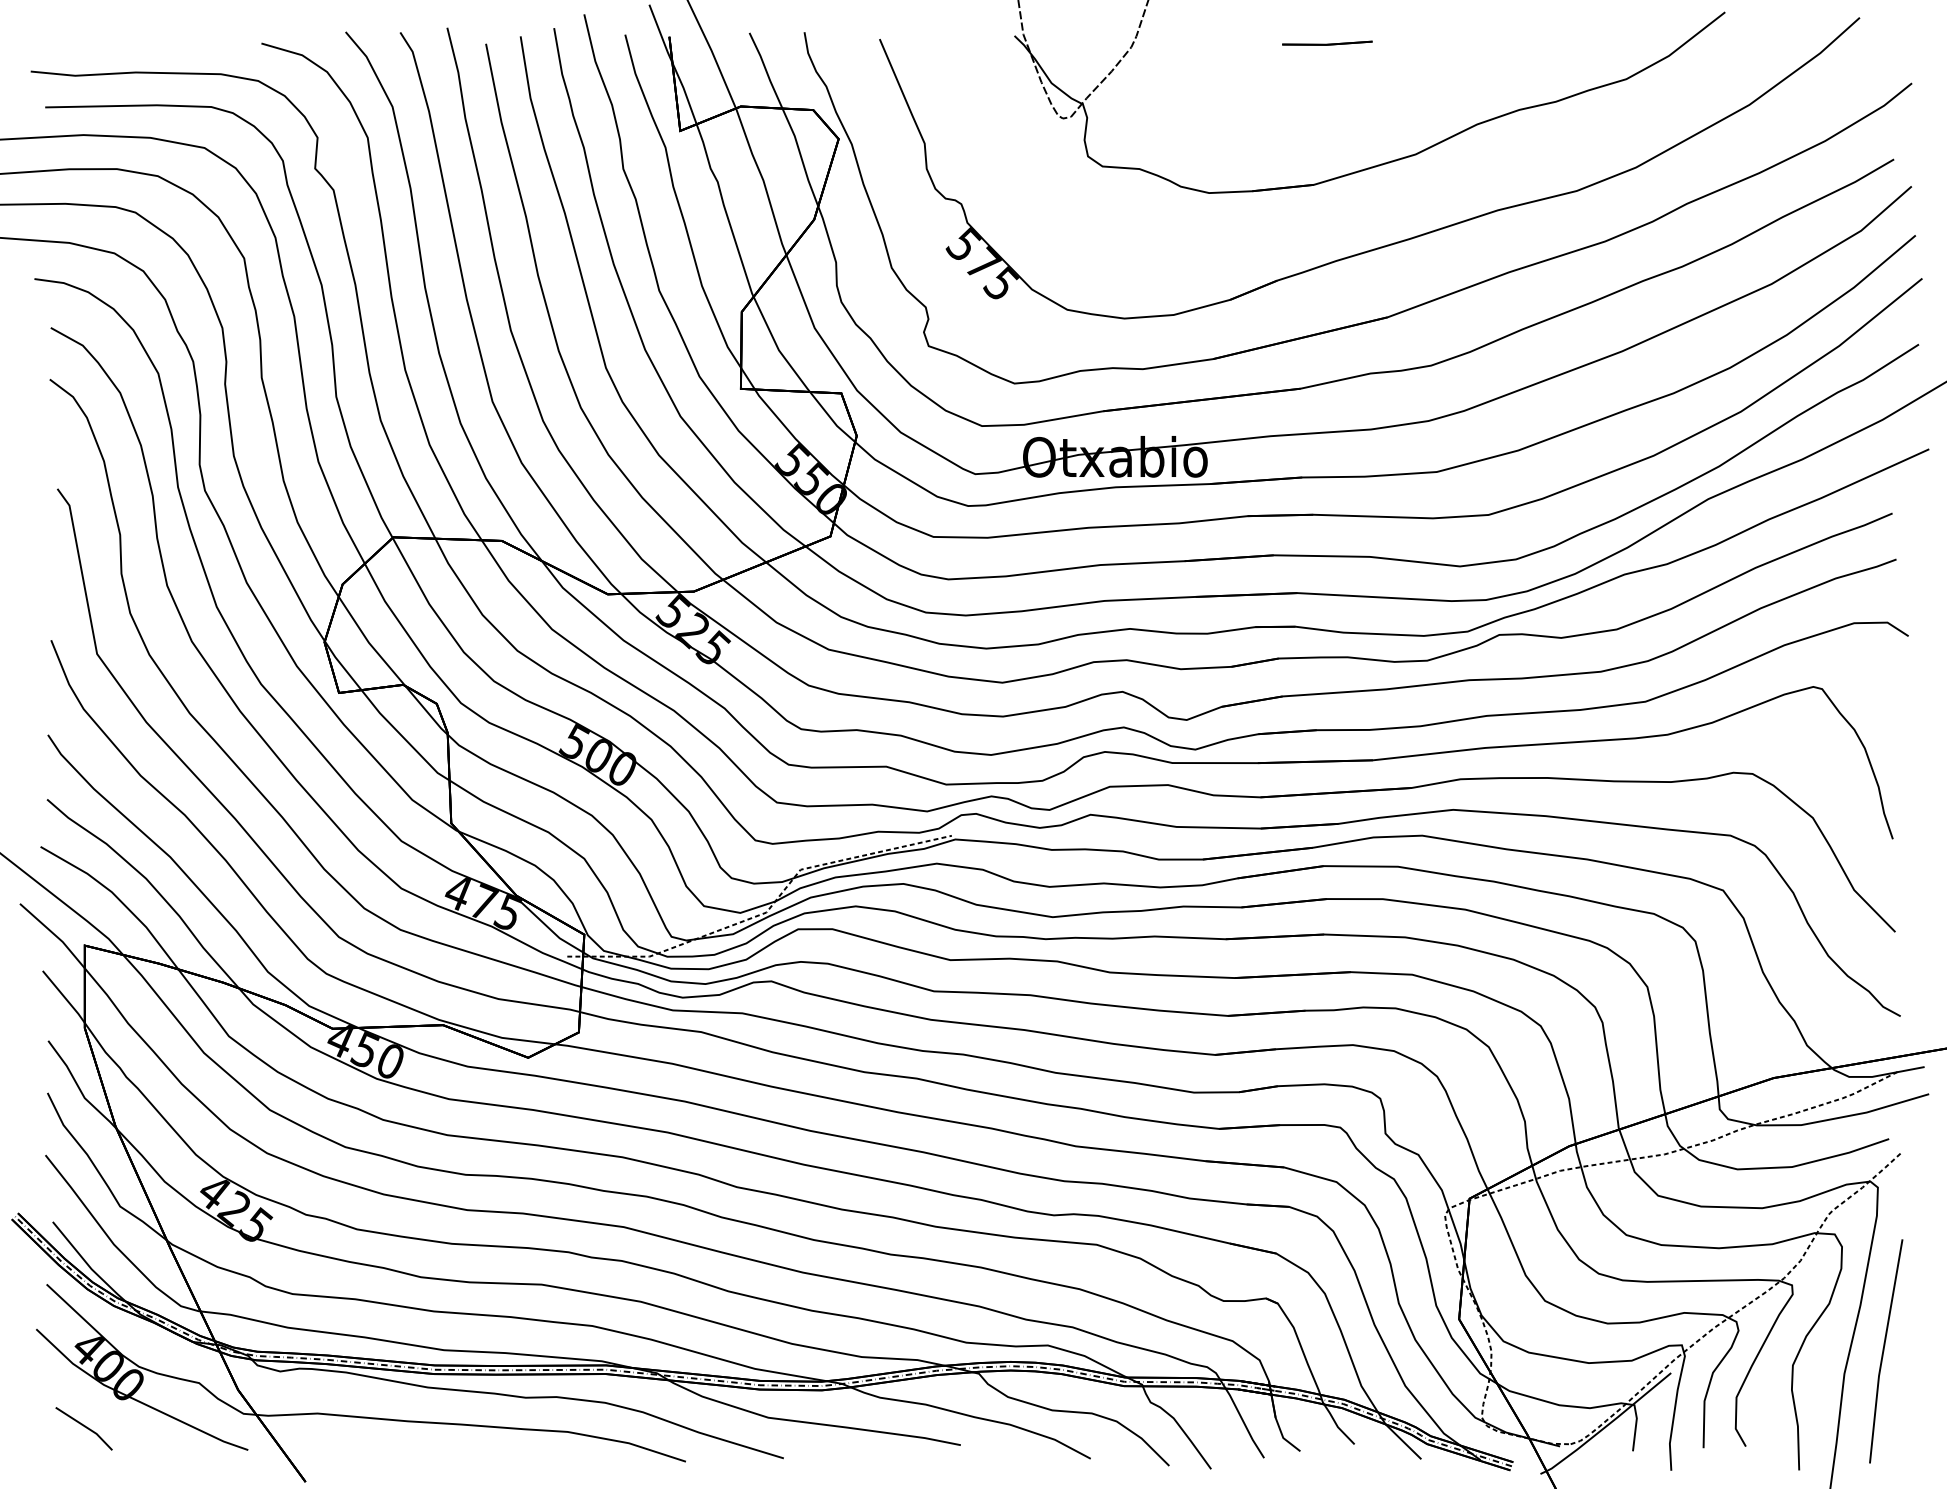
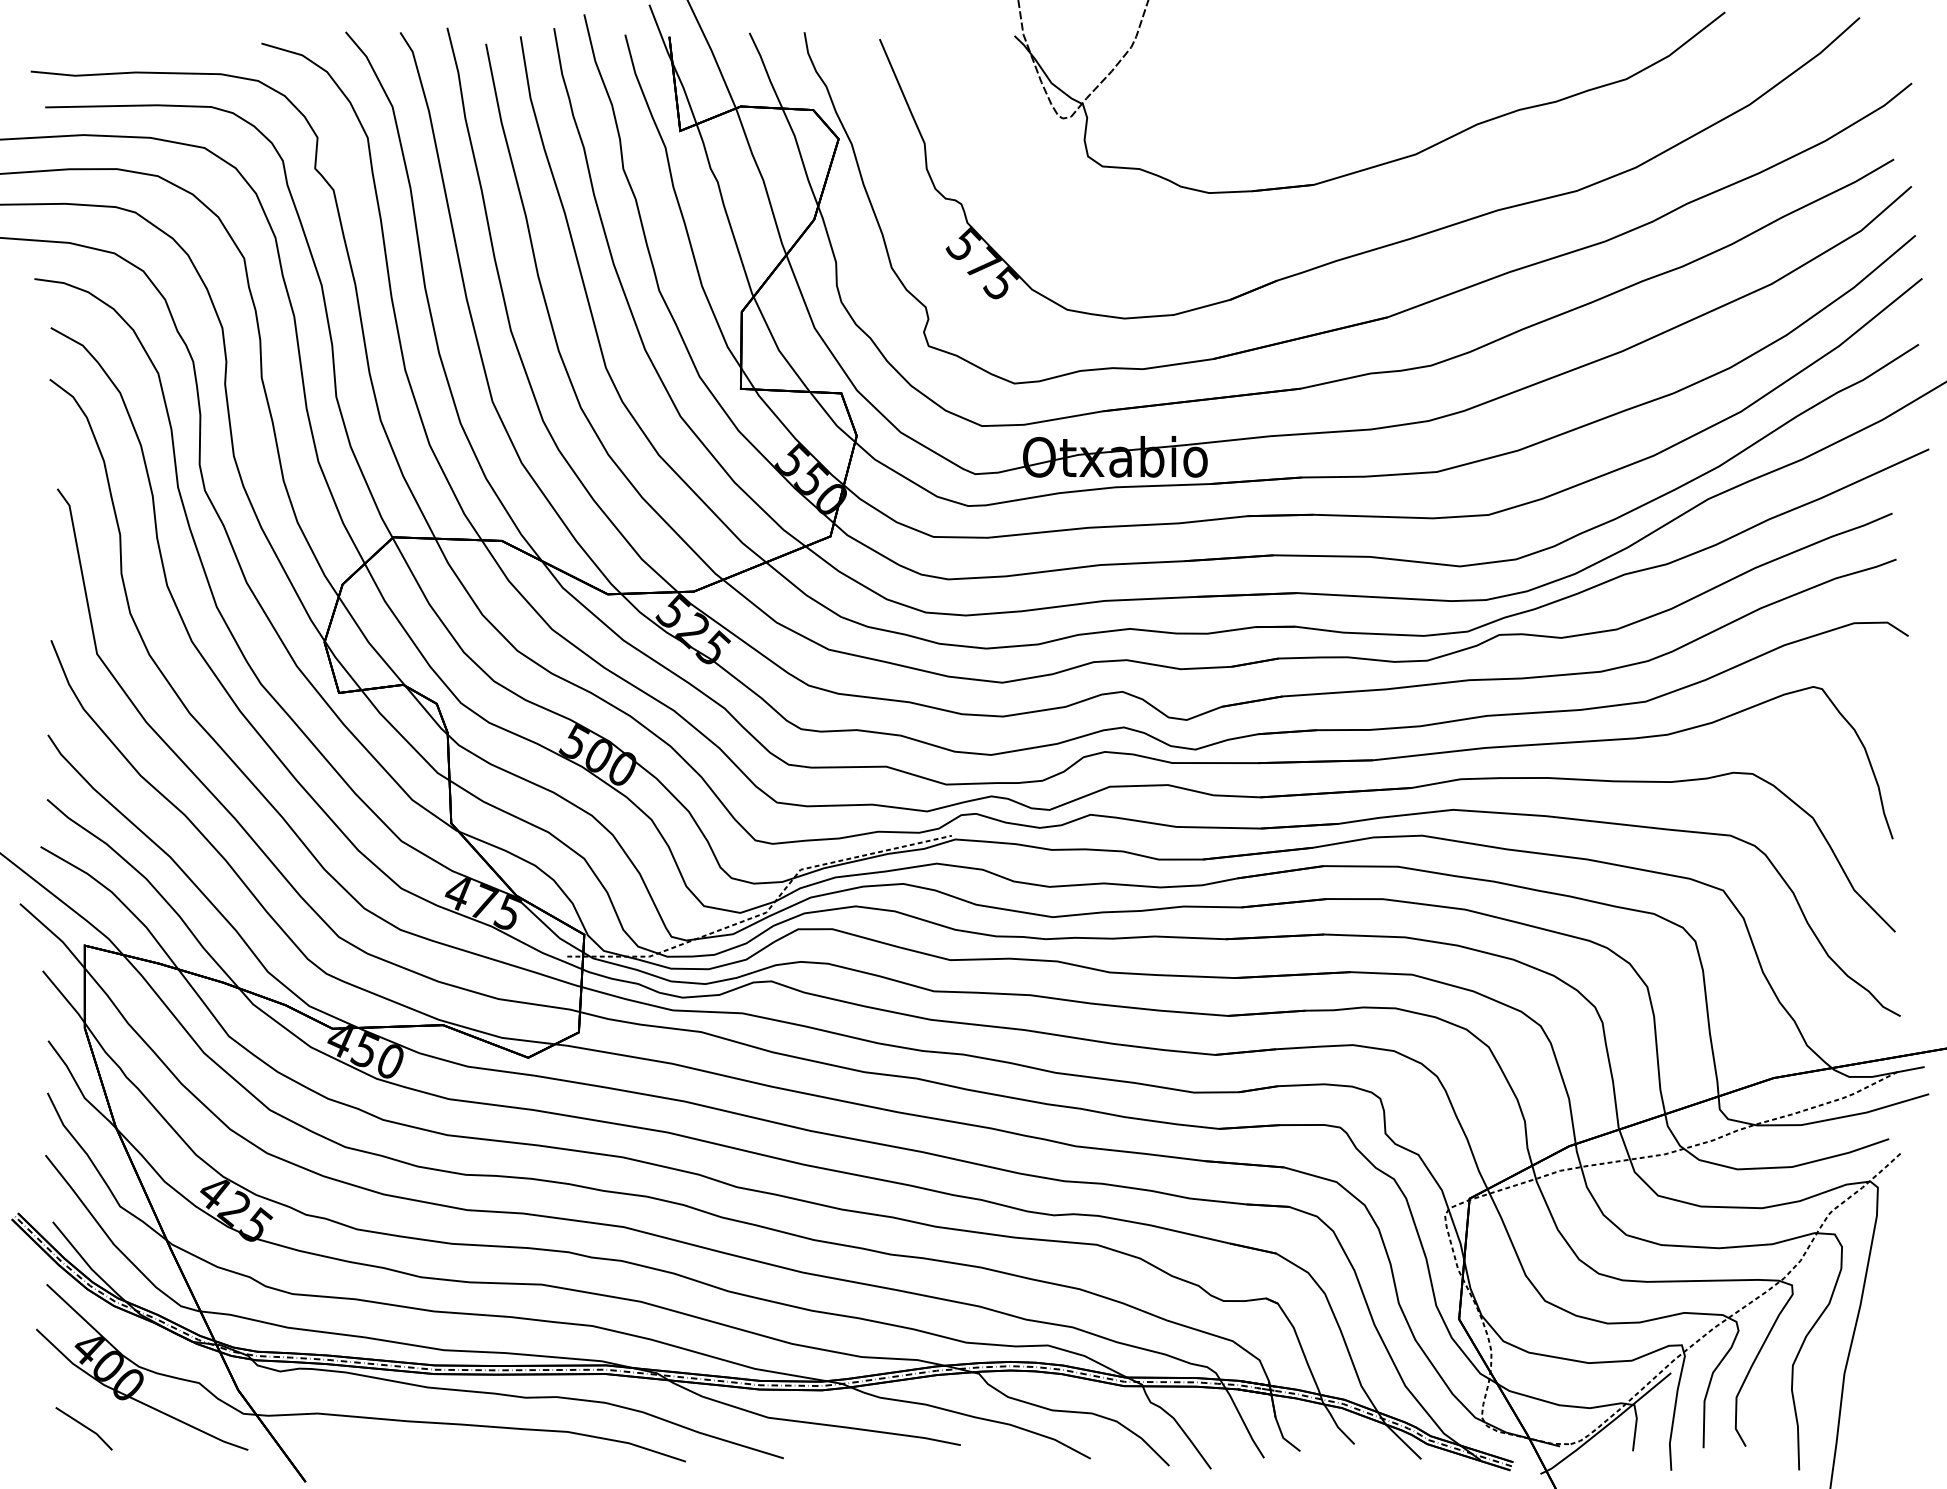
part at (1327, 42): present -> none
line at (1884, 1351): present -> none
